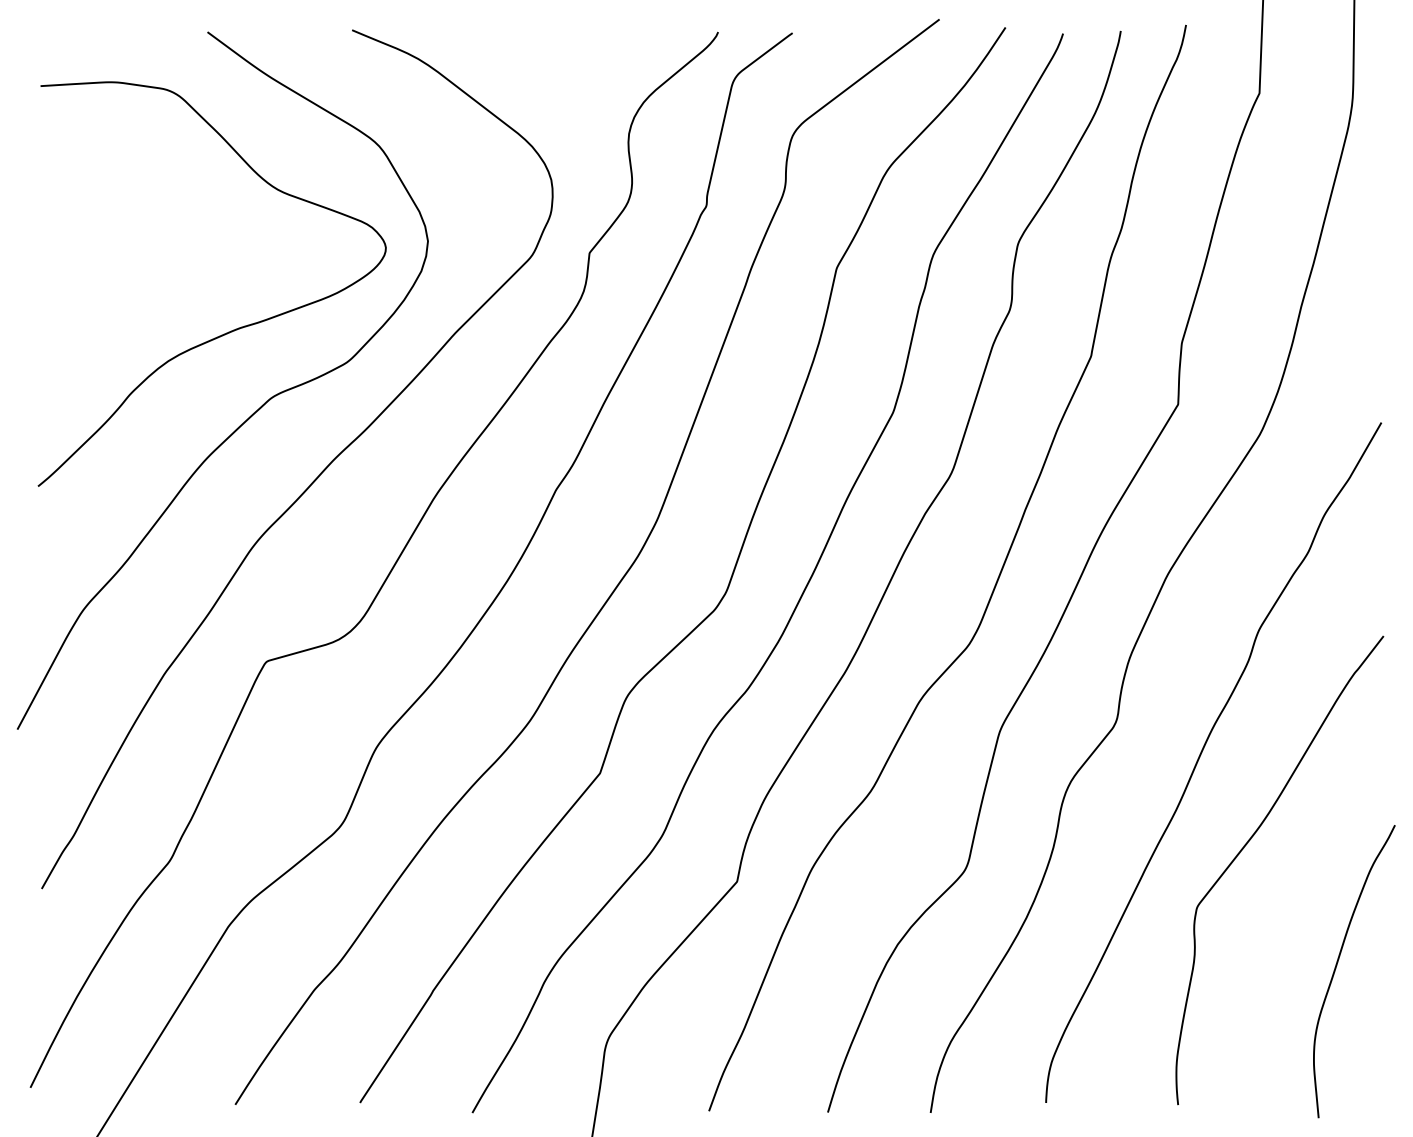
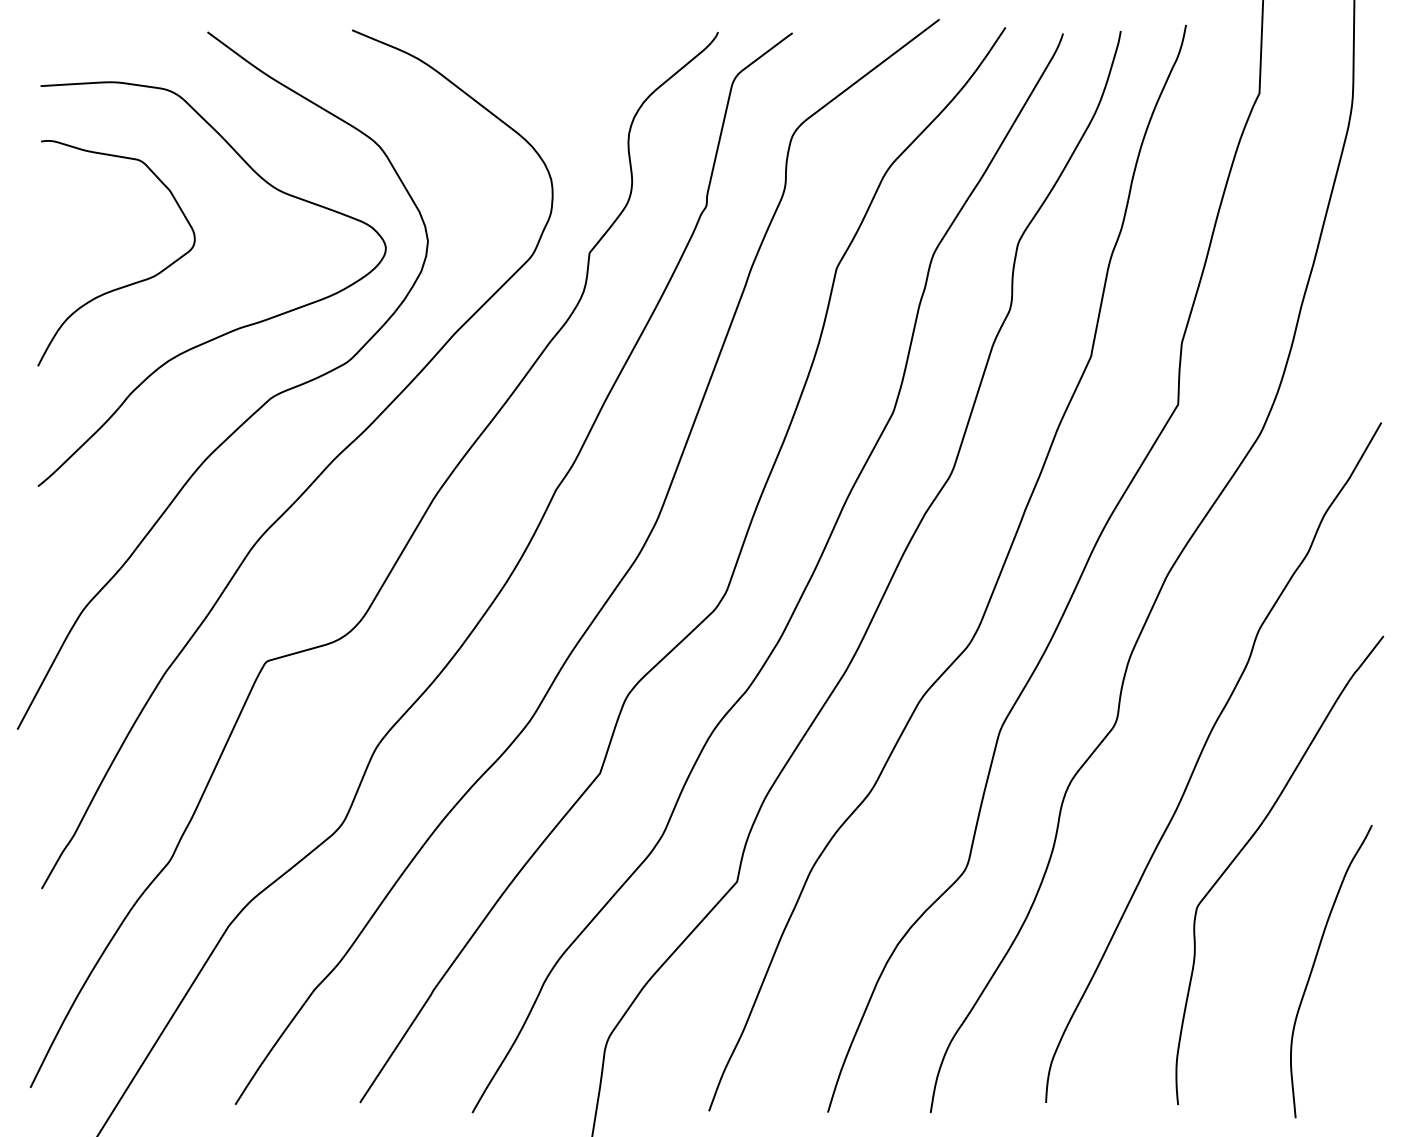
curve at (127, 284): none -> present
curve at (1337, 965) position: (1337, 965) -> (1314, 965)
